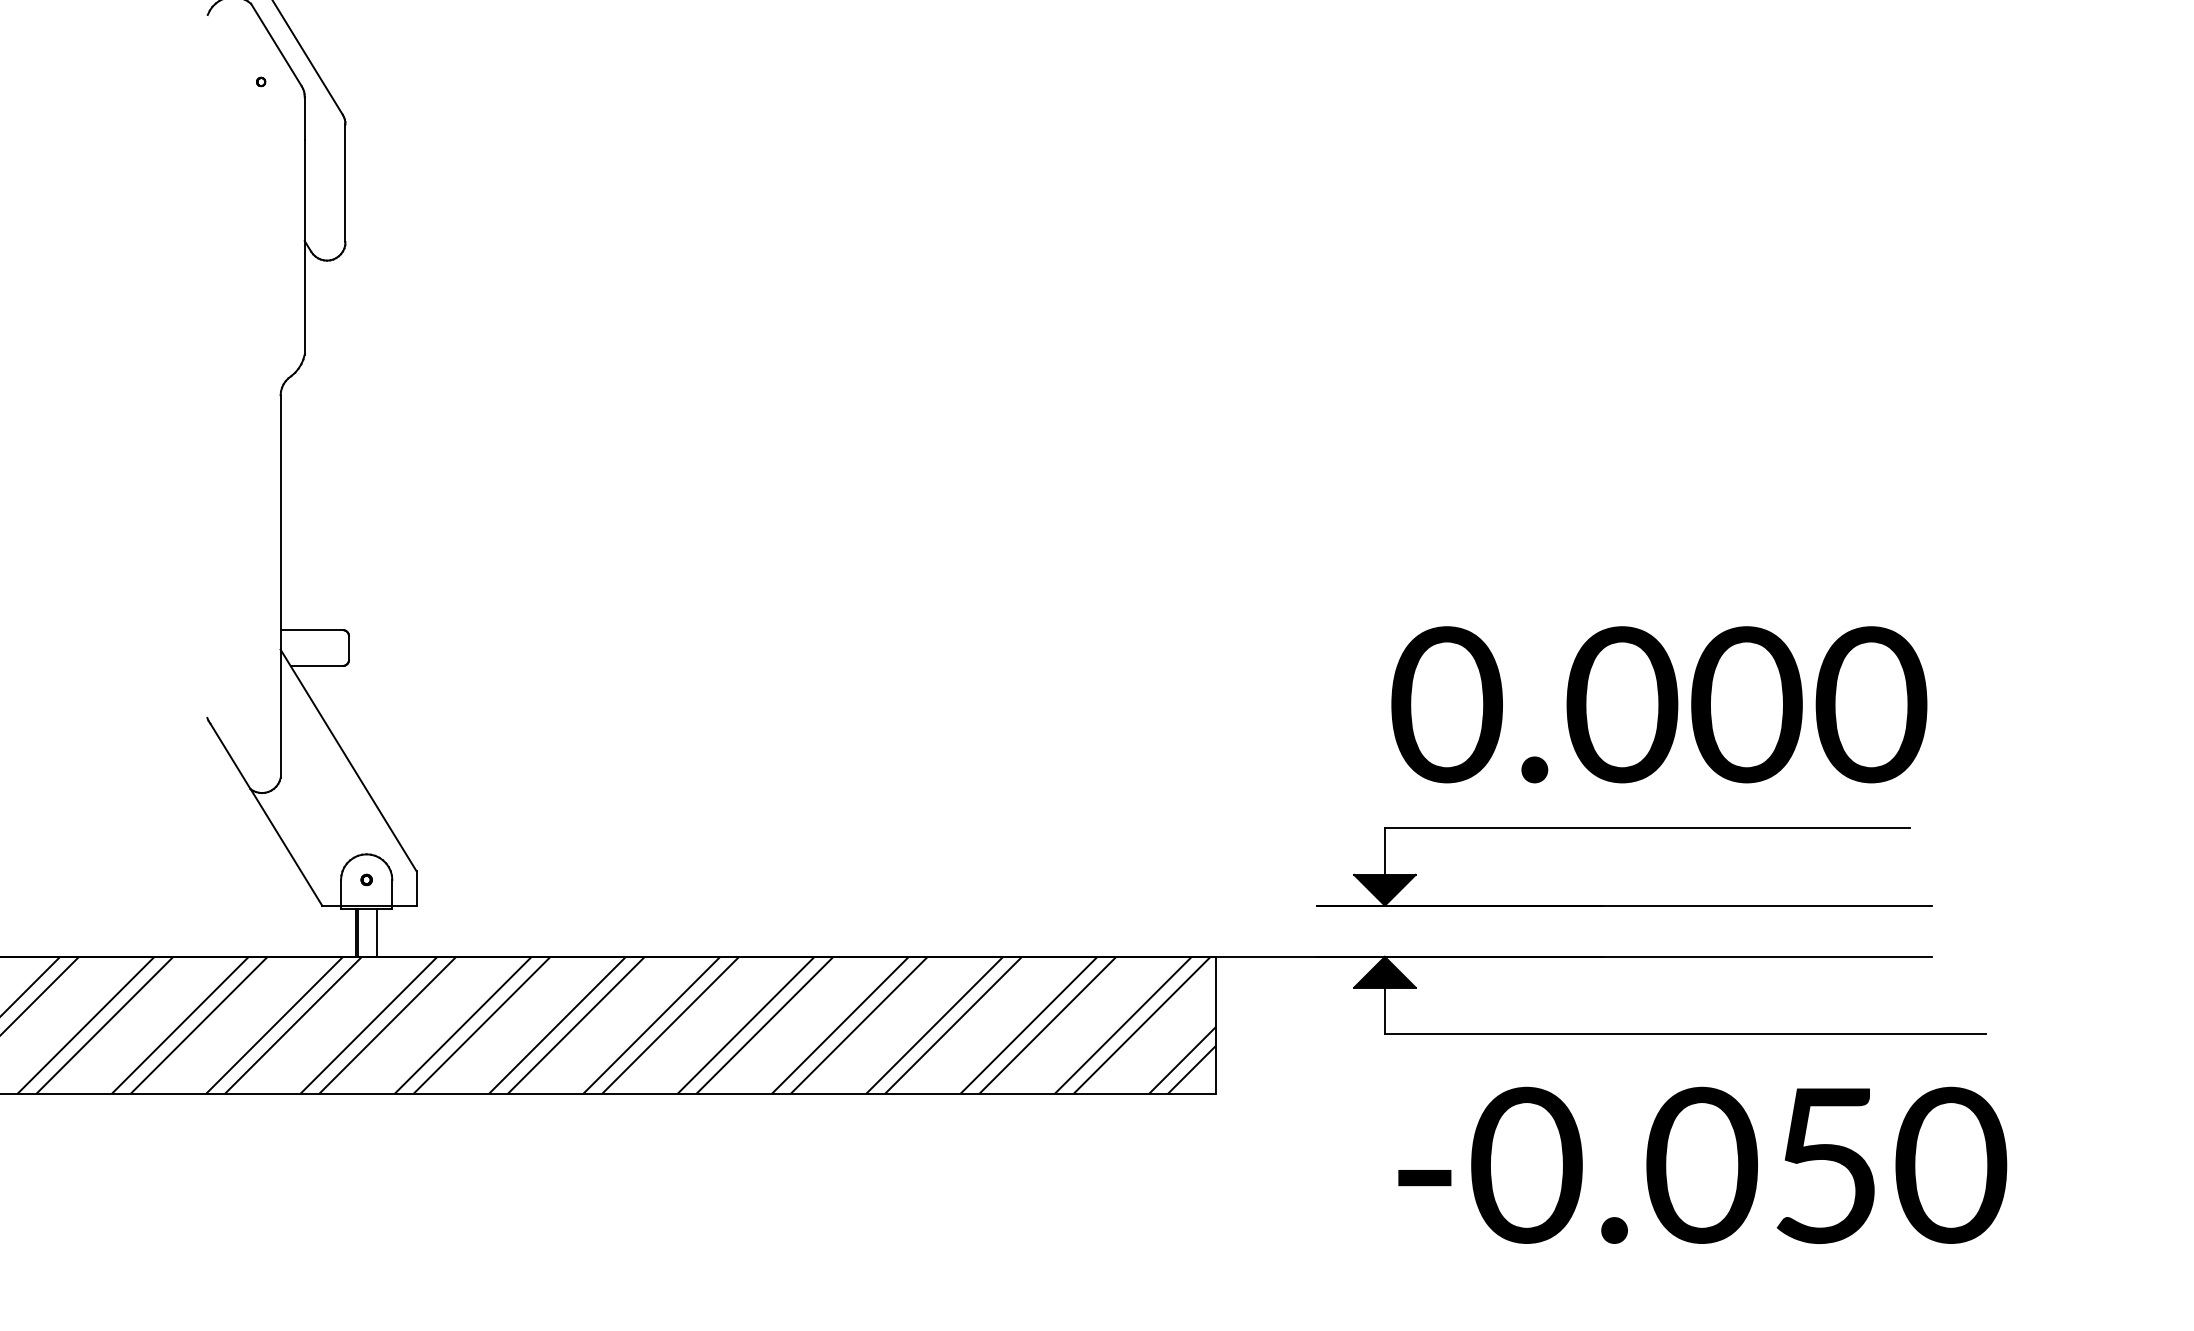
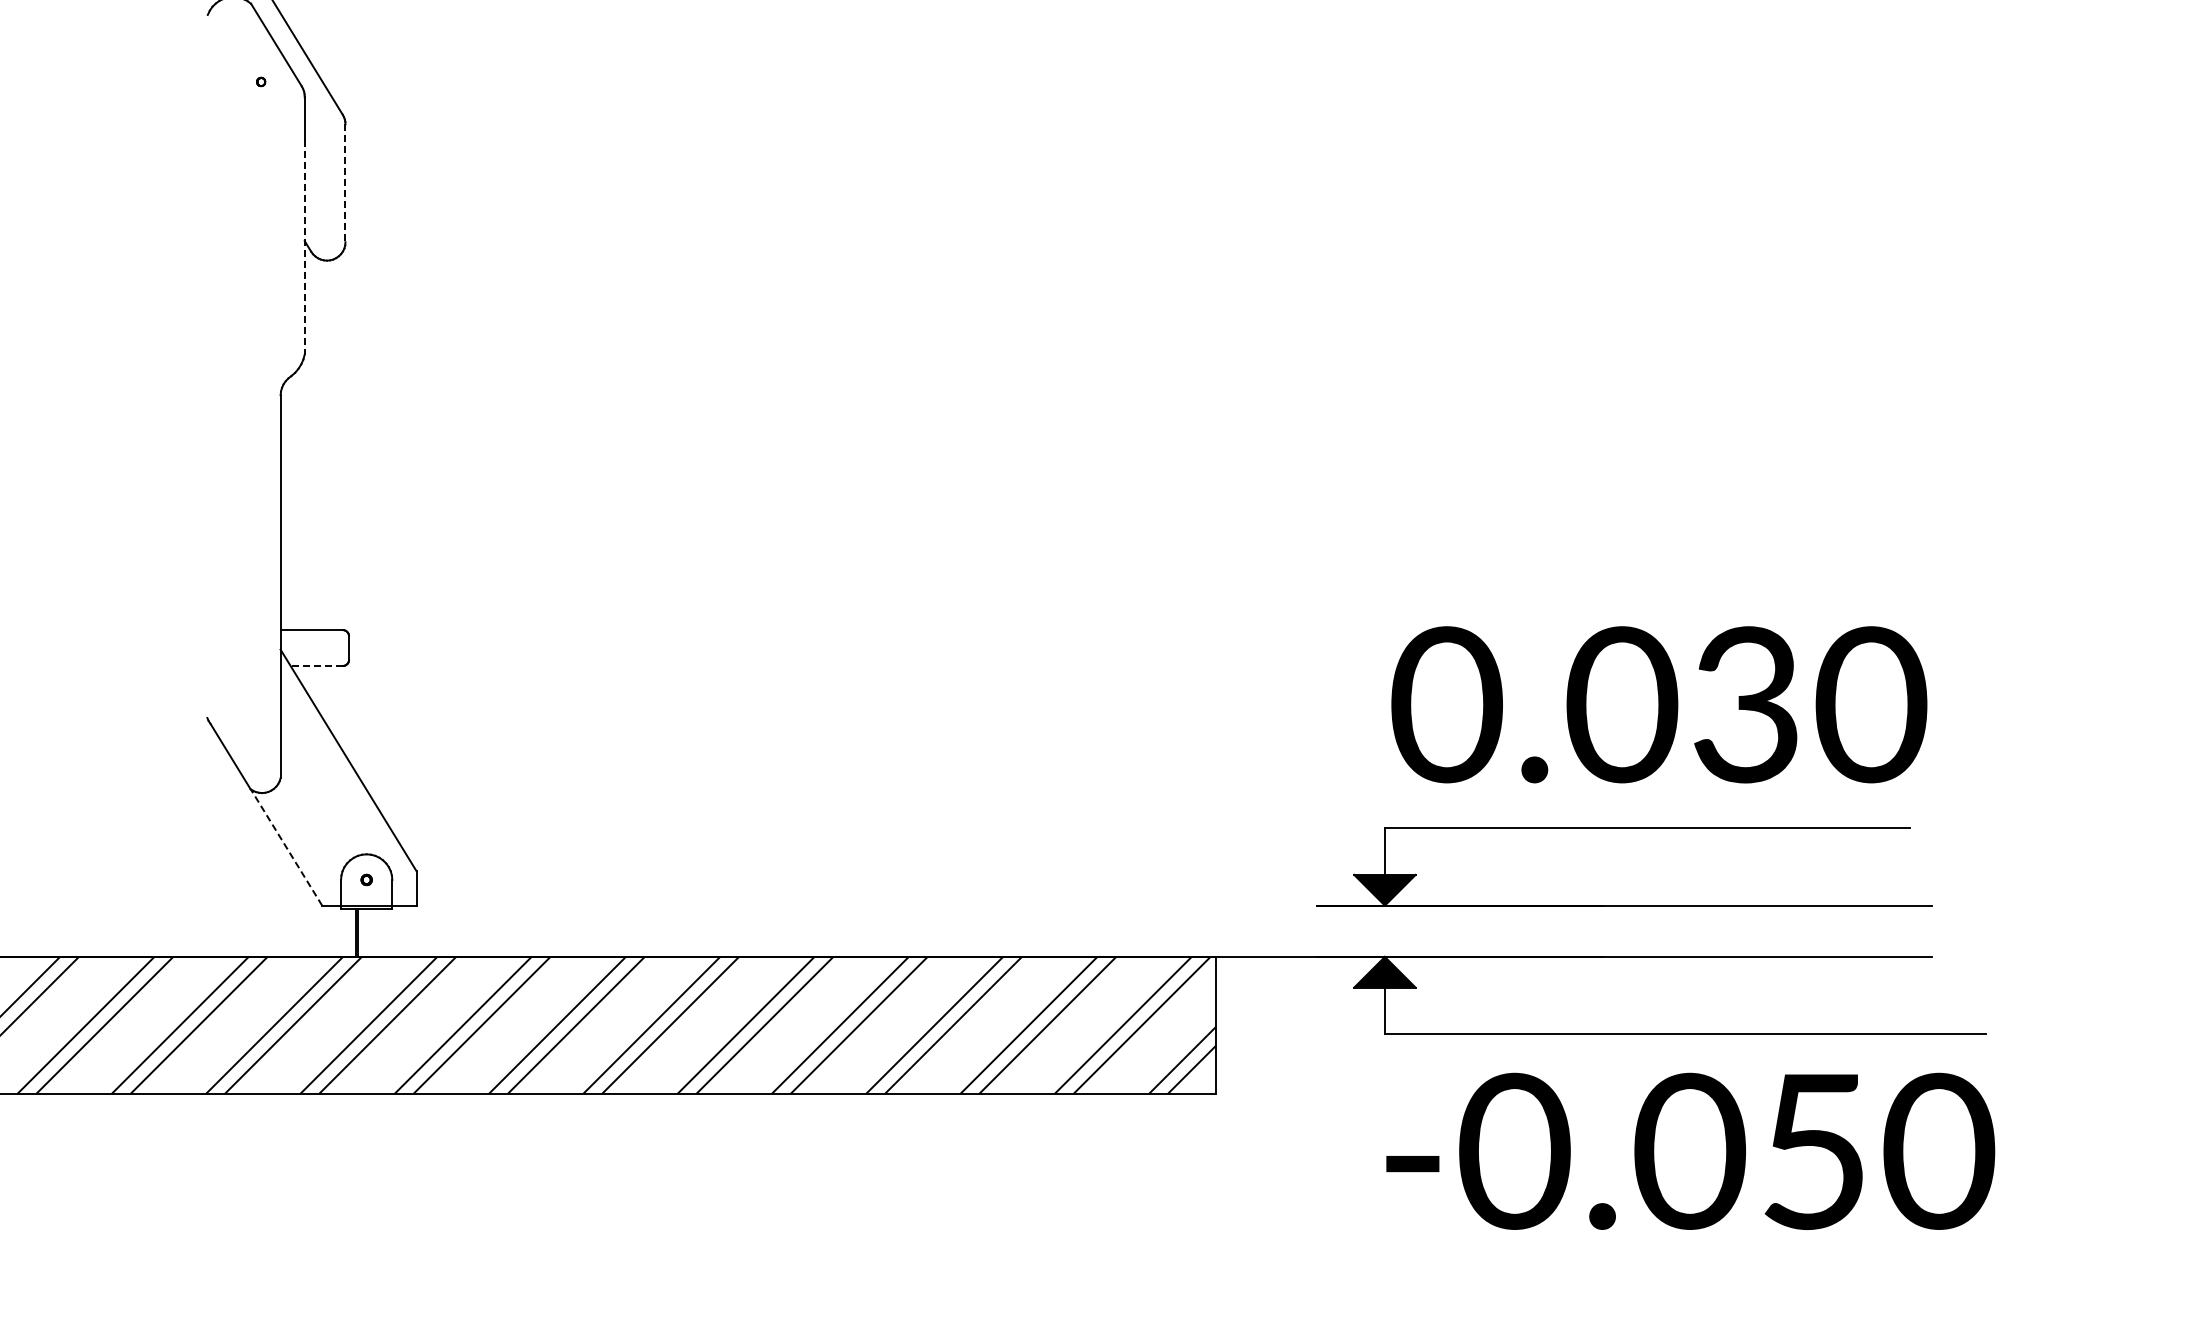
line at (345, 183): solid -> dashed
line at (304, 247): solid -> dashed
line at (316, 665): solid -> dashed
text at (1746, 704): 0.000 -> 0.030
line at (286, 847): solid -> dashed
line at (376, 932): present -> none
text at (1702, 1164) position: (1702, 1164) -> (1690, 1150)
